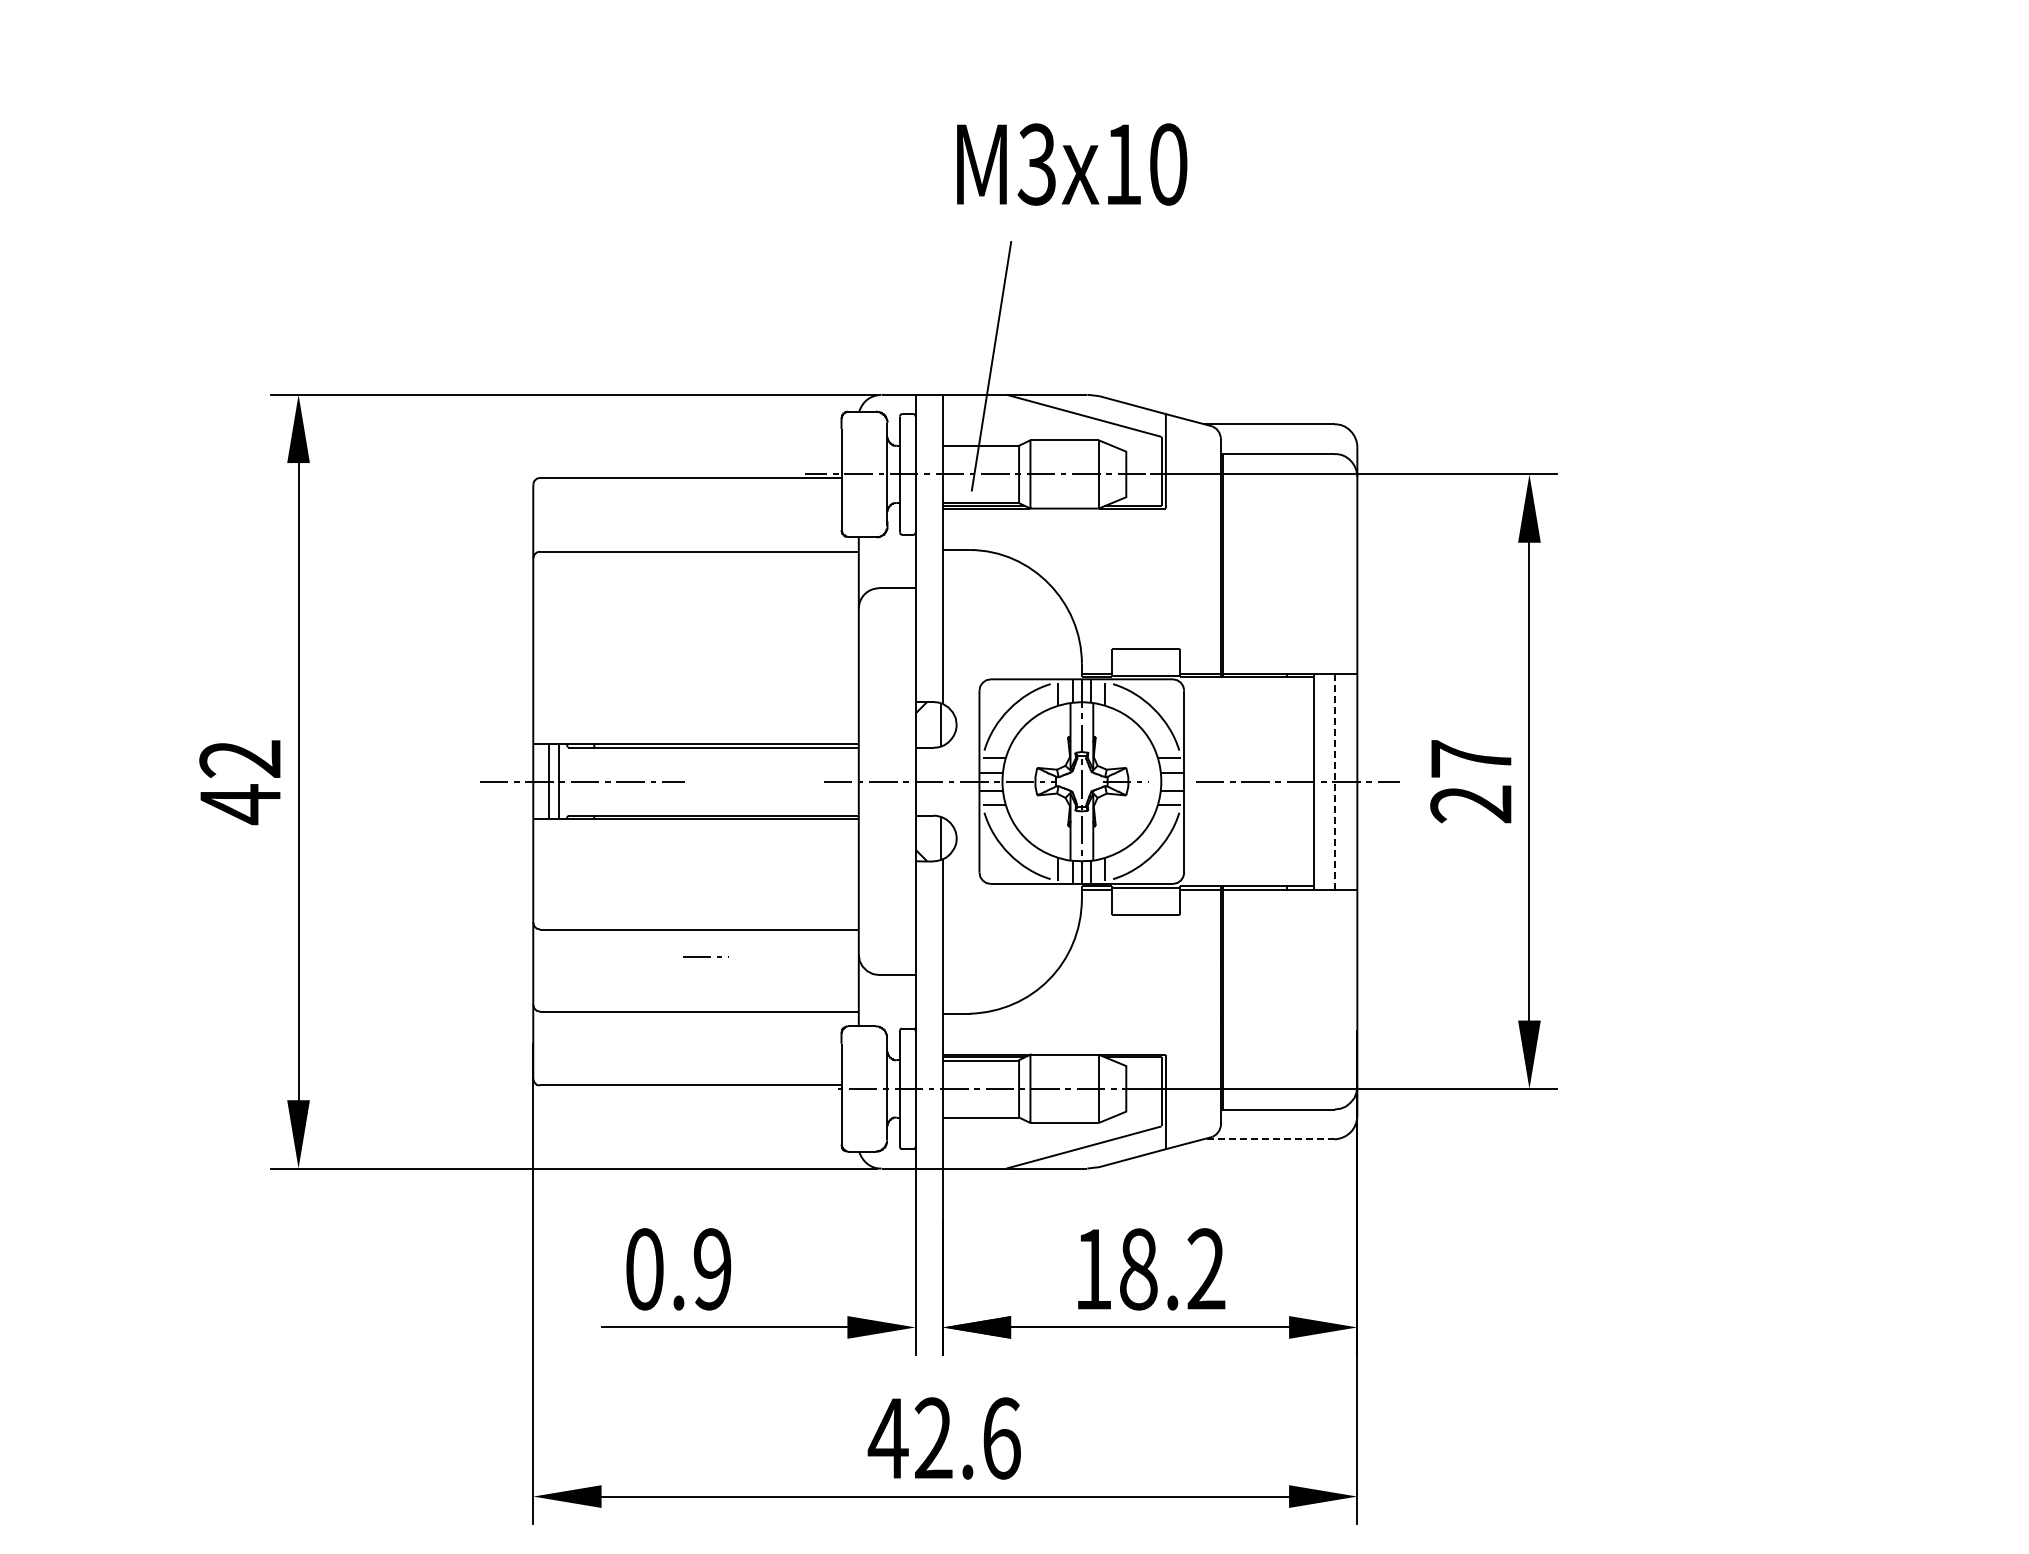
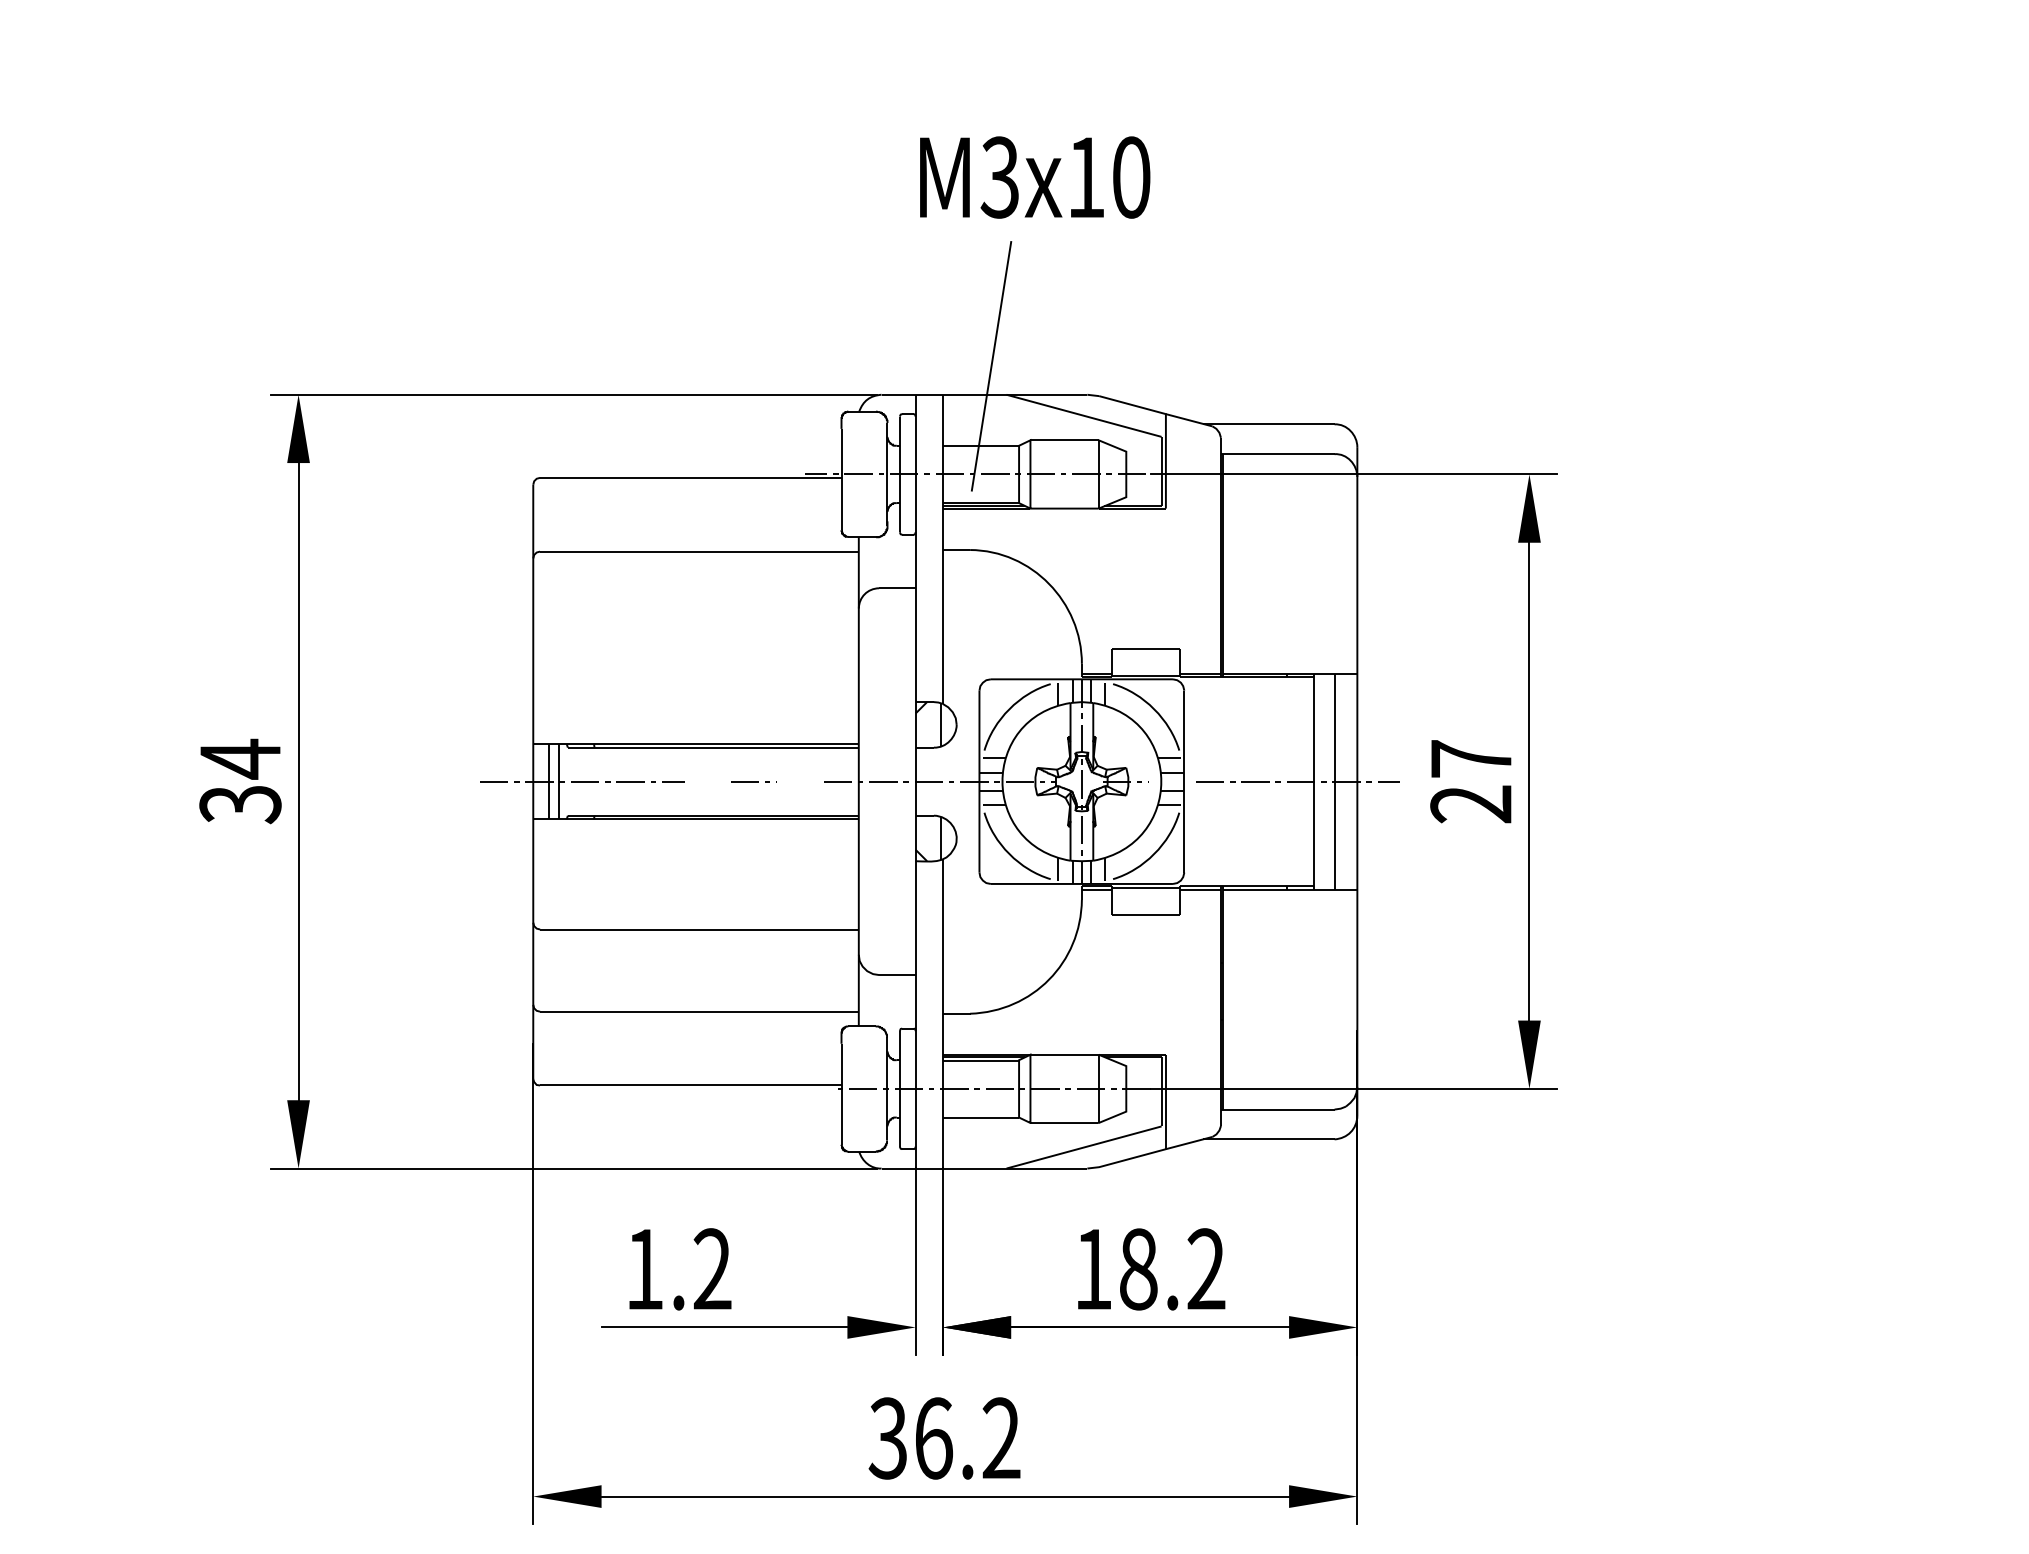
text at (1072, 164) position: (1072, 164) -> (1035, 177)
text at (240, 781): 42 -> 34
line at (1334, 781): dashed -> solid
line at (705, 956) position: (705, 956) -> (753, 781)
line at (1269, 1139): dashed -> solid
text at (678, 1269): 0.9 -> 1.2
text at (943, 1438): 42.6 -> 36.2
